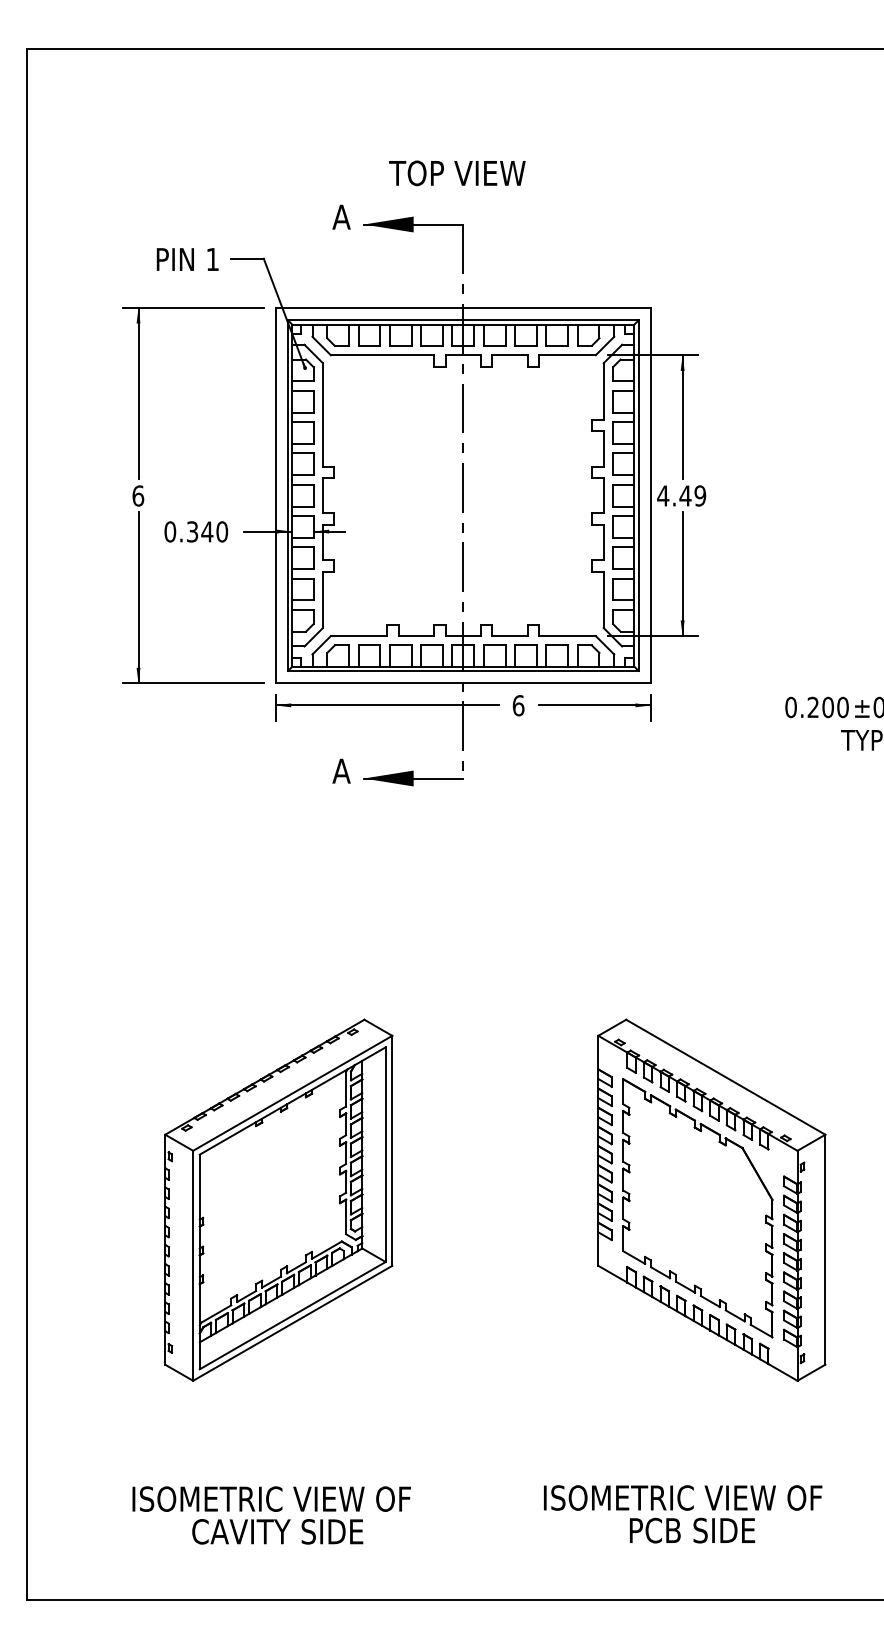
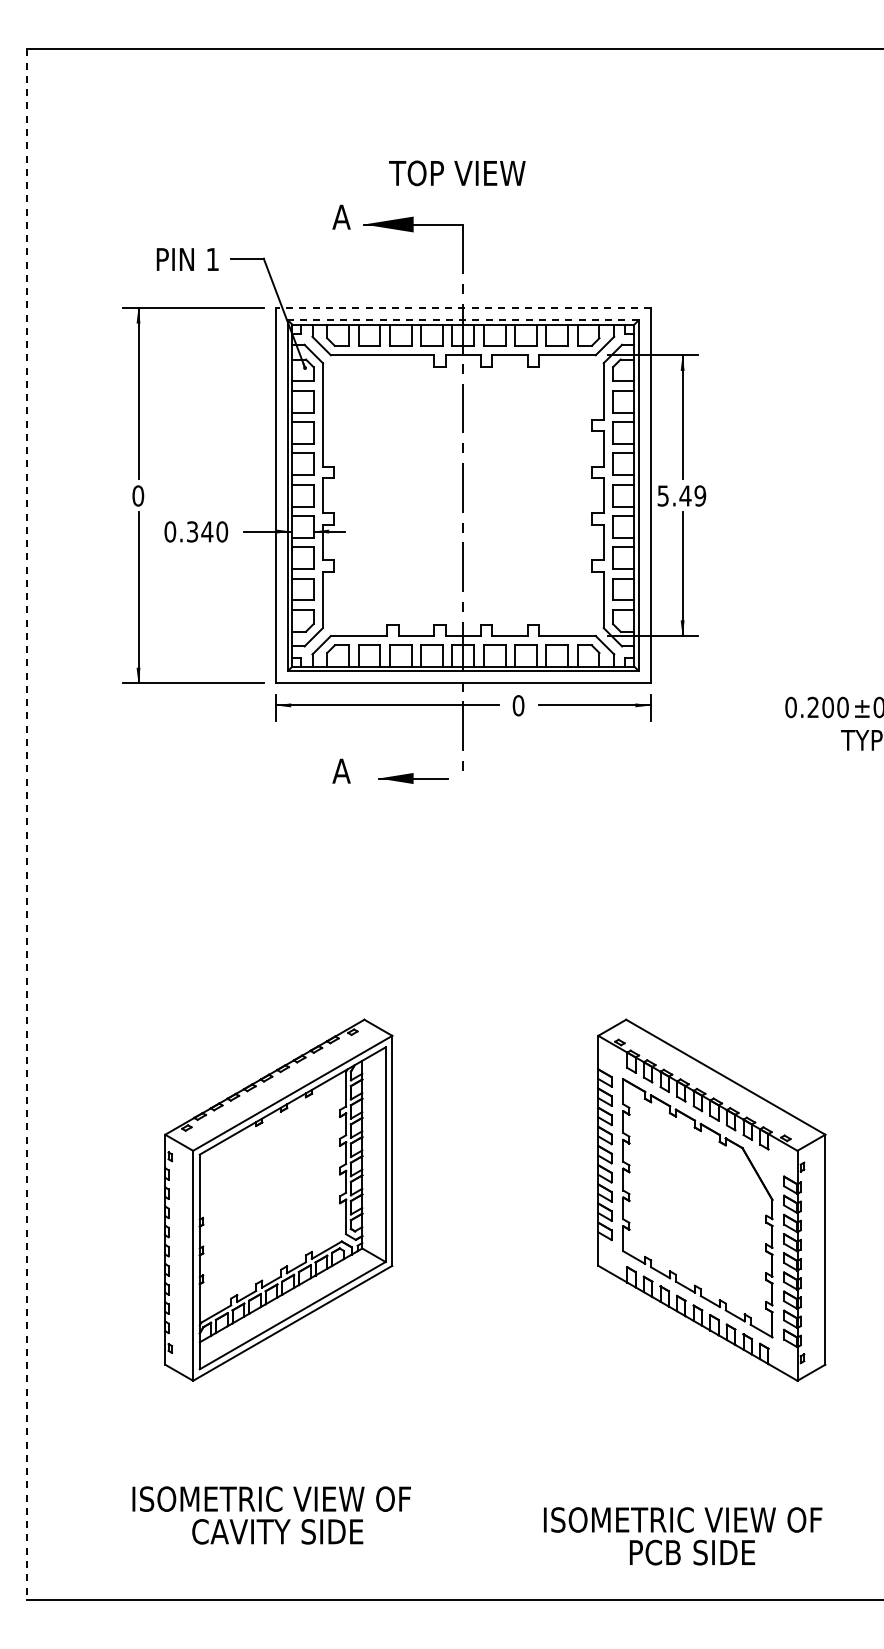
line at (463, 307): solid -> dashed
line at (462, 320): solid -> dashed
text at (138, 495): 6 -> 0
text at (663, 495): 4.49 -> 5.49
text at (518, 705): 6 -> 0
part at (413, 778) size: 101x17 px -> 71x11 px
line at (26, 824): solid -> dashed
text at (683, 1514) position: (683, 1514) -> (683, 1536)
